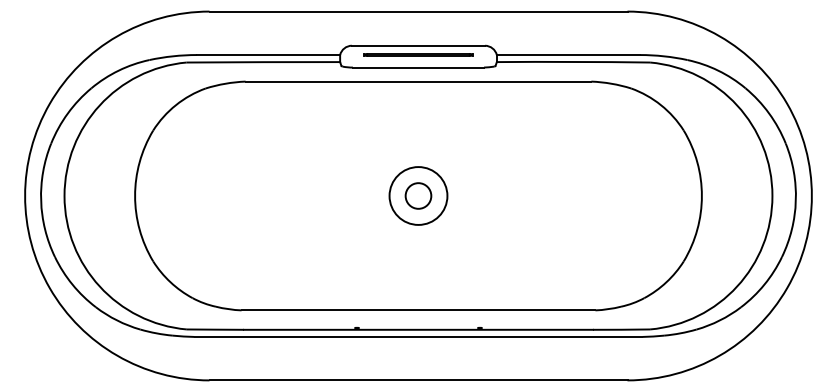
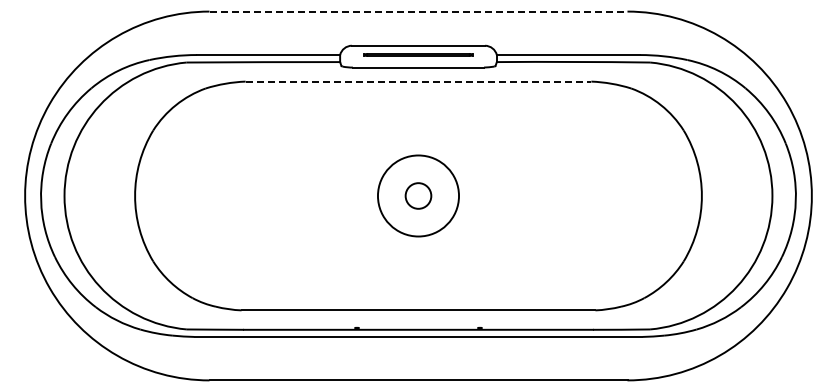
line at (418, 11): solid -> dashed
line at (418, 81): solid -> dashed
circle at (418, 195) diameter: 58 px -> 81 px
